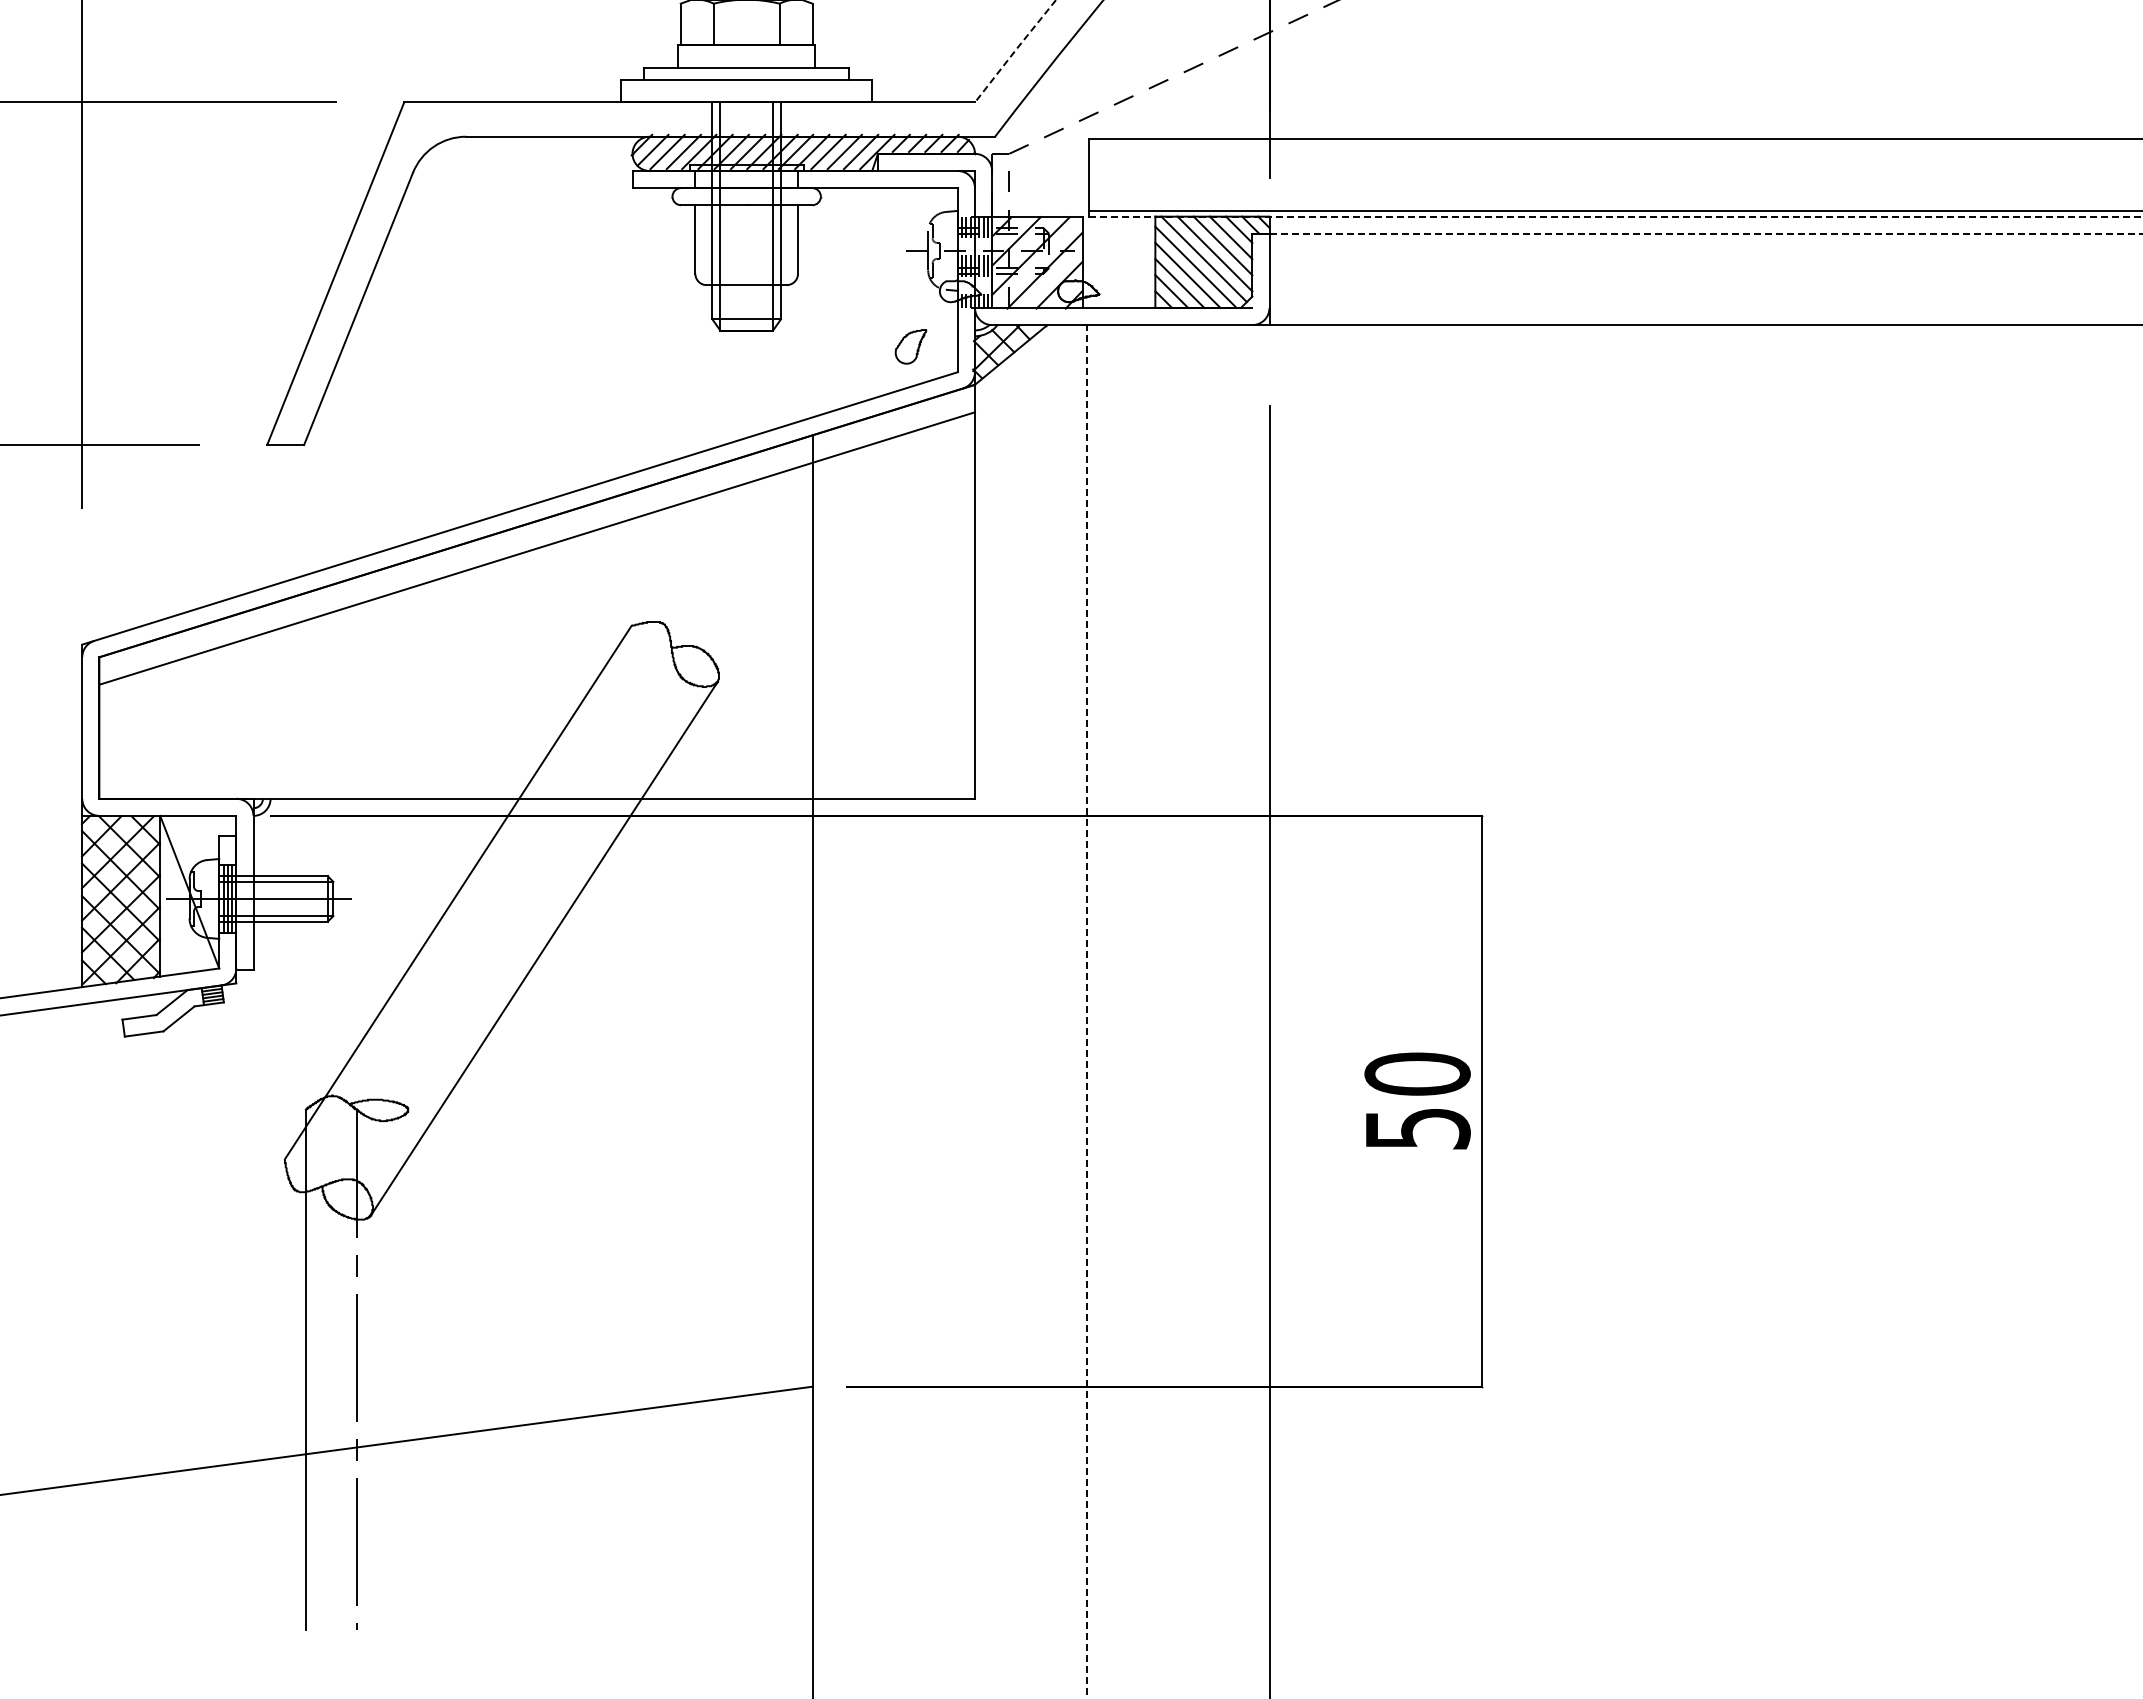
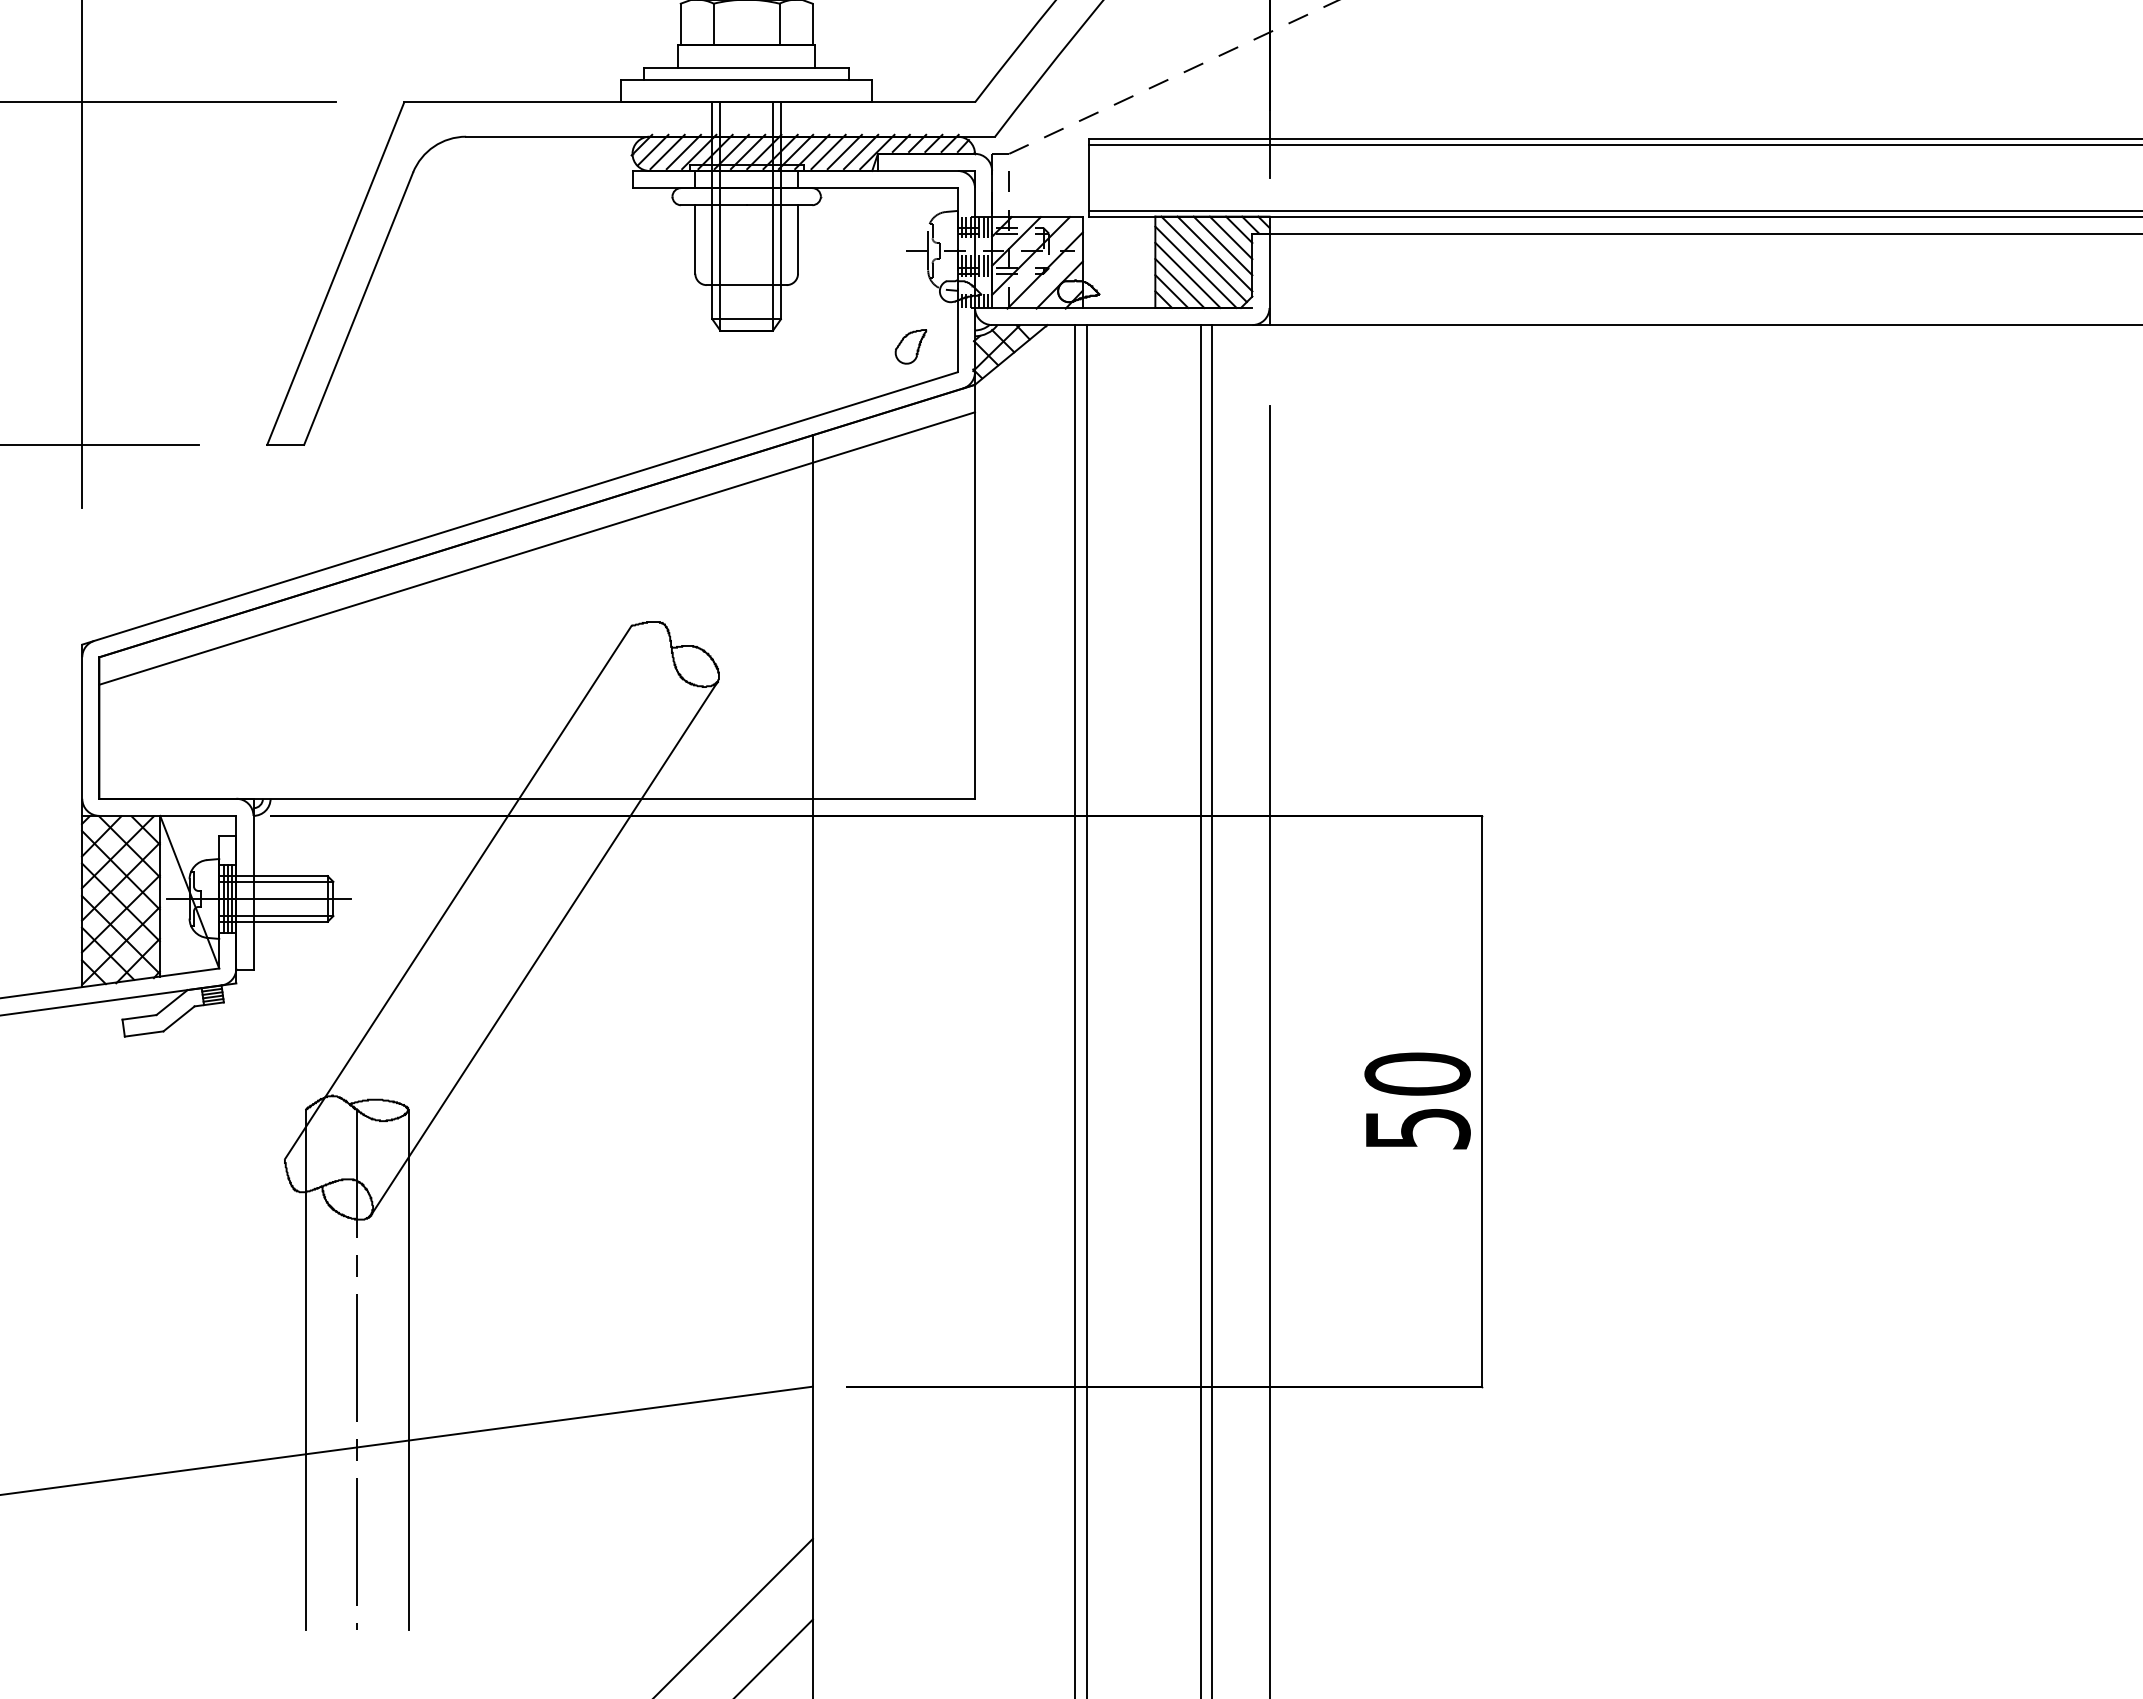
arc at (1015, 50): dashed -> solid
line at (1614, 144): none -> present
line at (1616, 216): dashed -> solid
line at (1706, 233): dashed -> solid
line at (1075, 1010): none -> present
line at (1201, 1010): none -> present
line at (1212, 1010): none -> present
line at (1086, 1012): dashed -> solid
line at (408, 1369): none -> present
line at (734, 1616): none -> present
line at (774, 1657): none -> present
